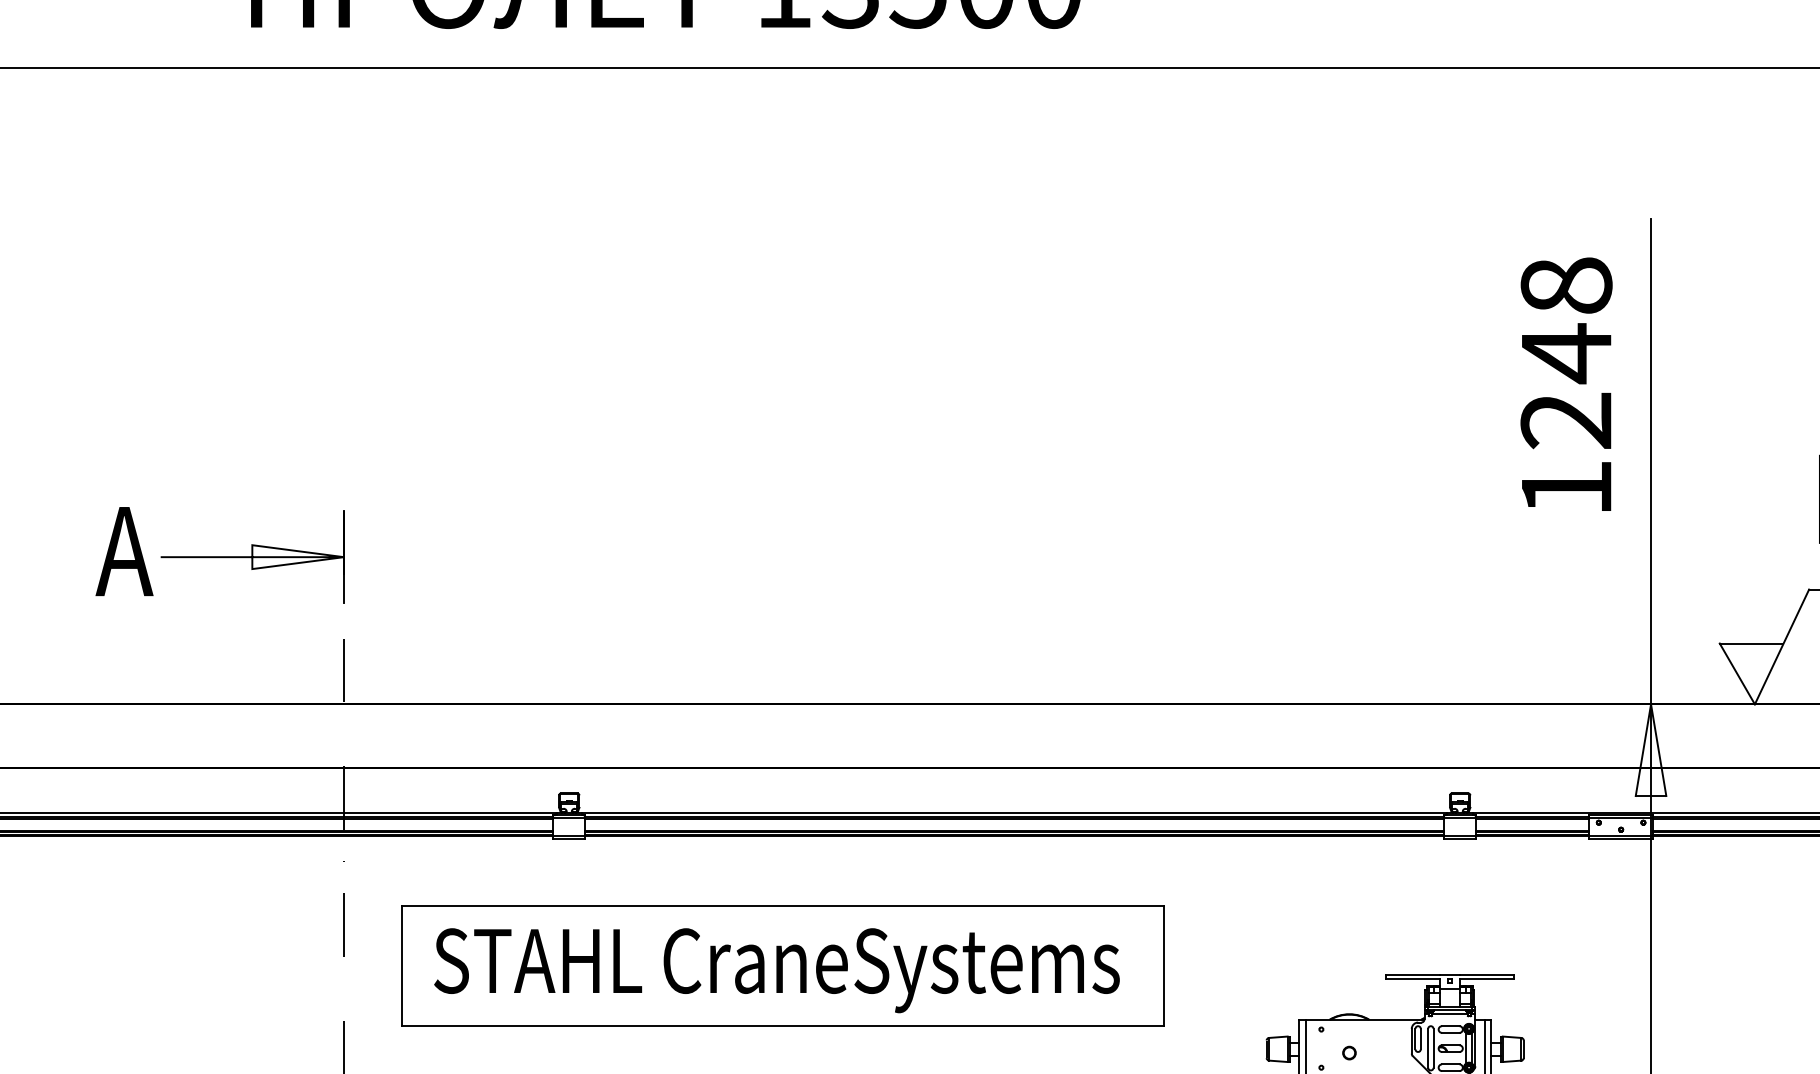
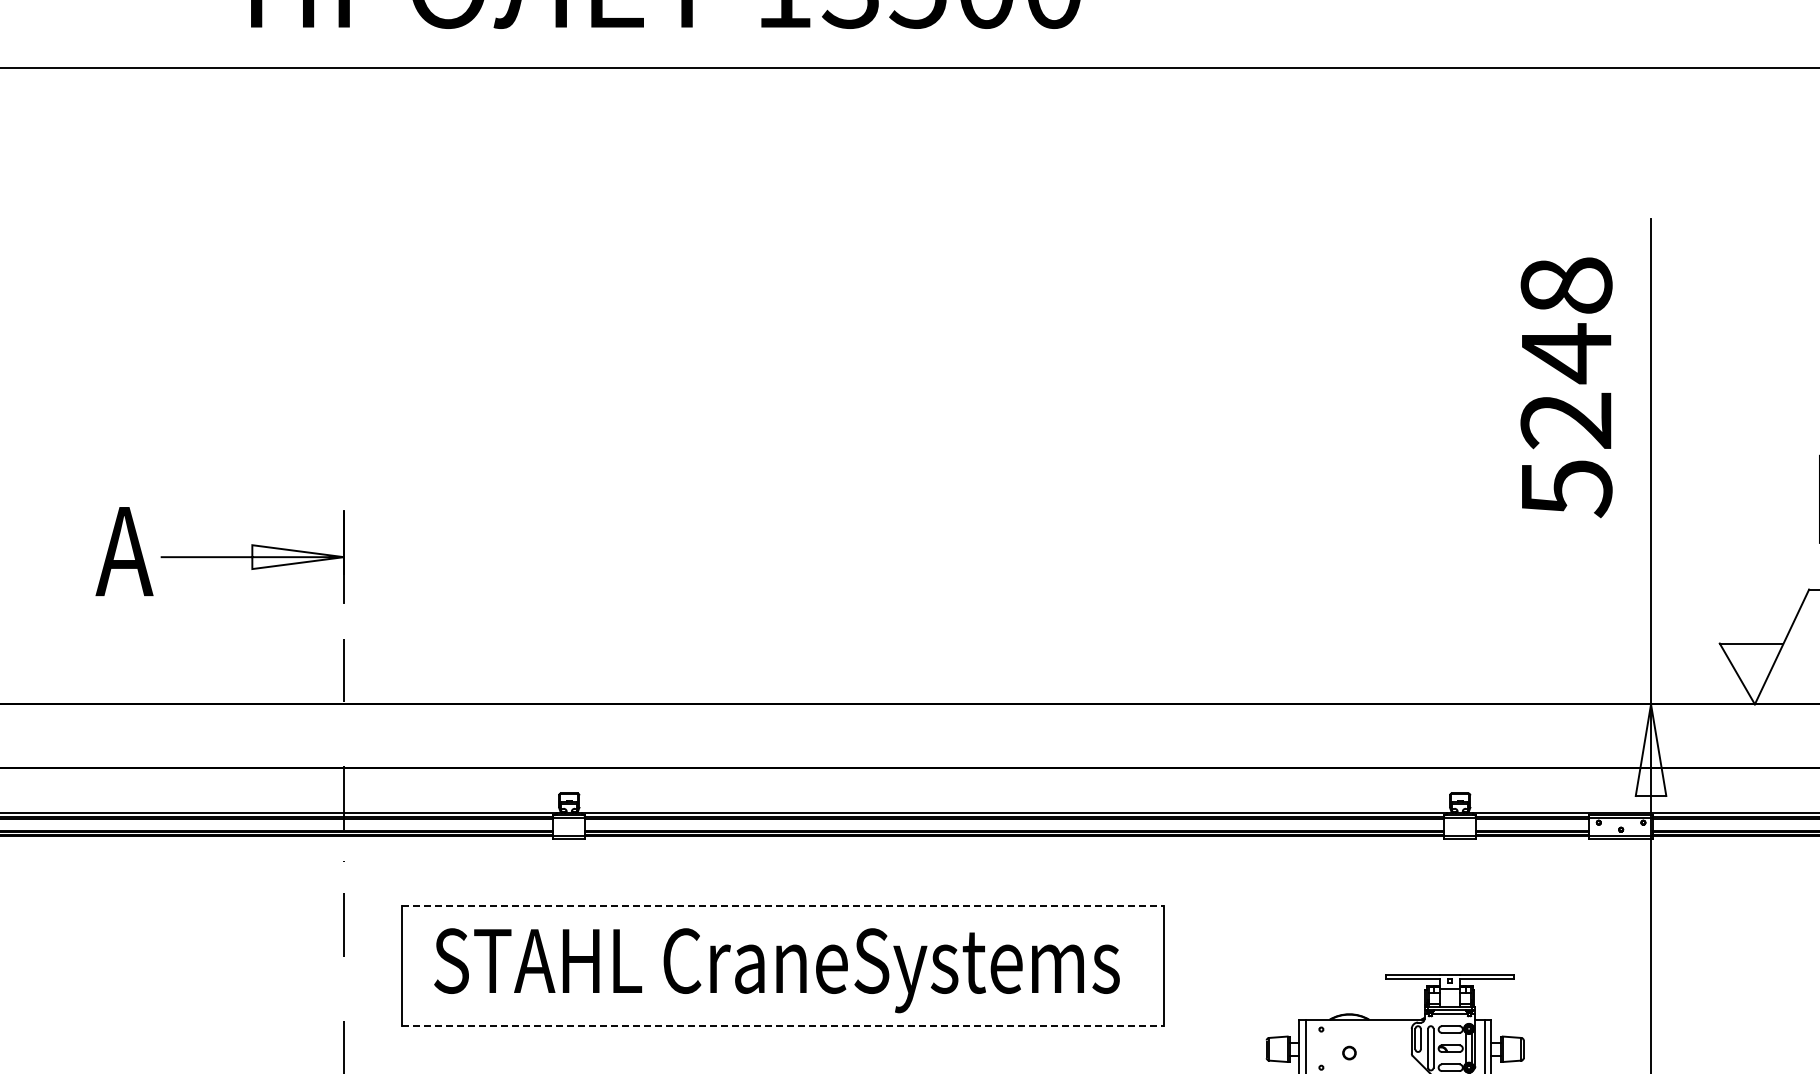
text at (1567, 489): 1248 -> 5248
line at (783, 906): solid -> dashed
line at (783, 1025): solid -> dashed
